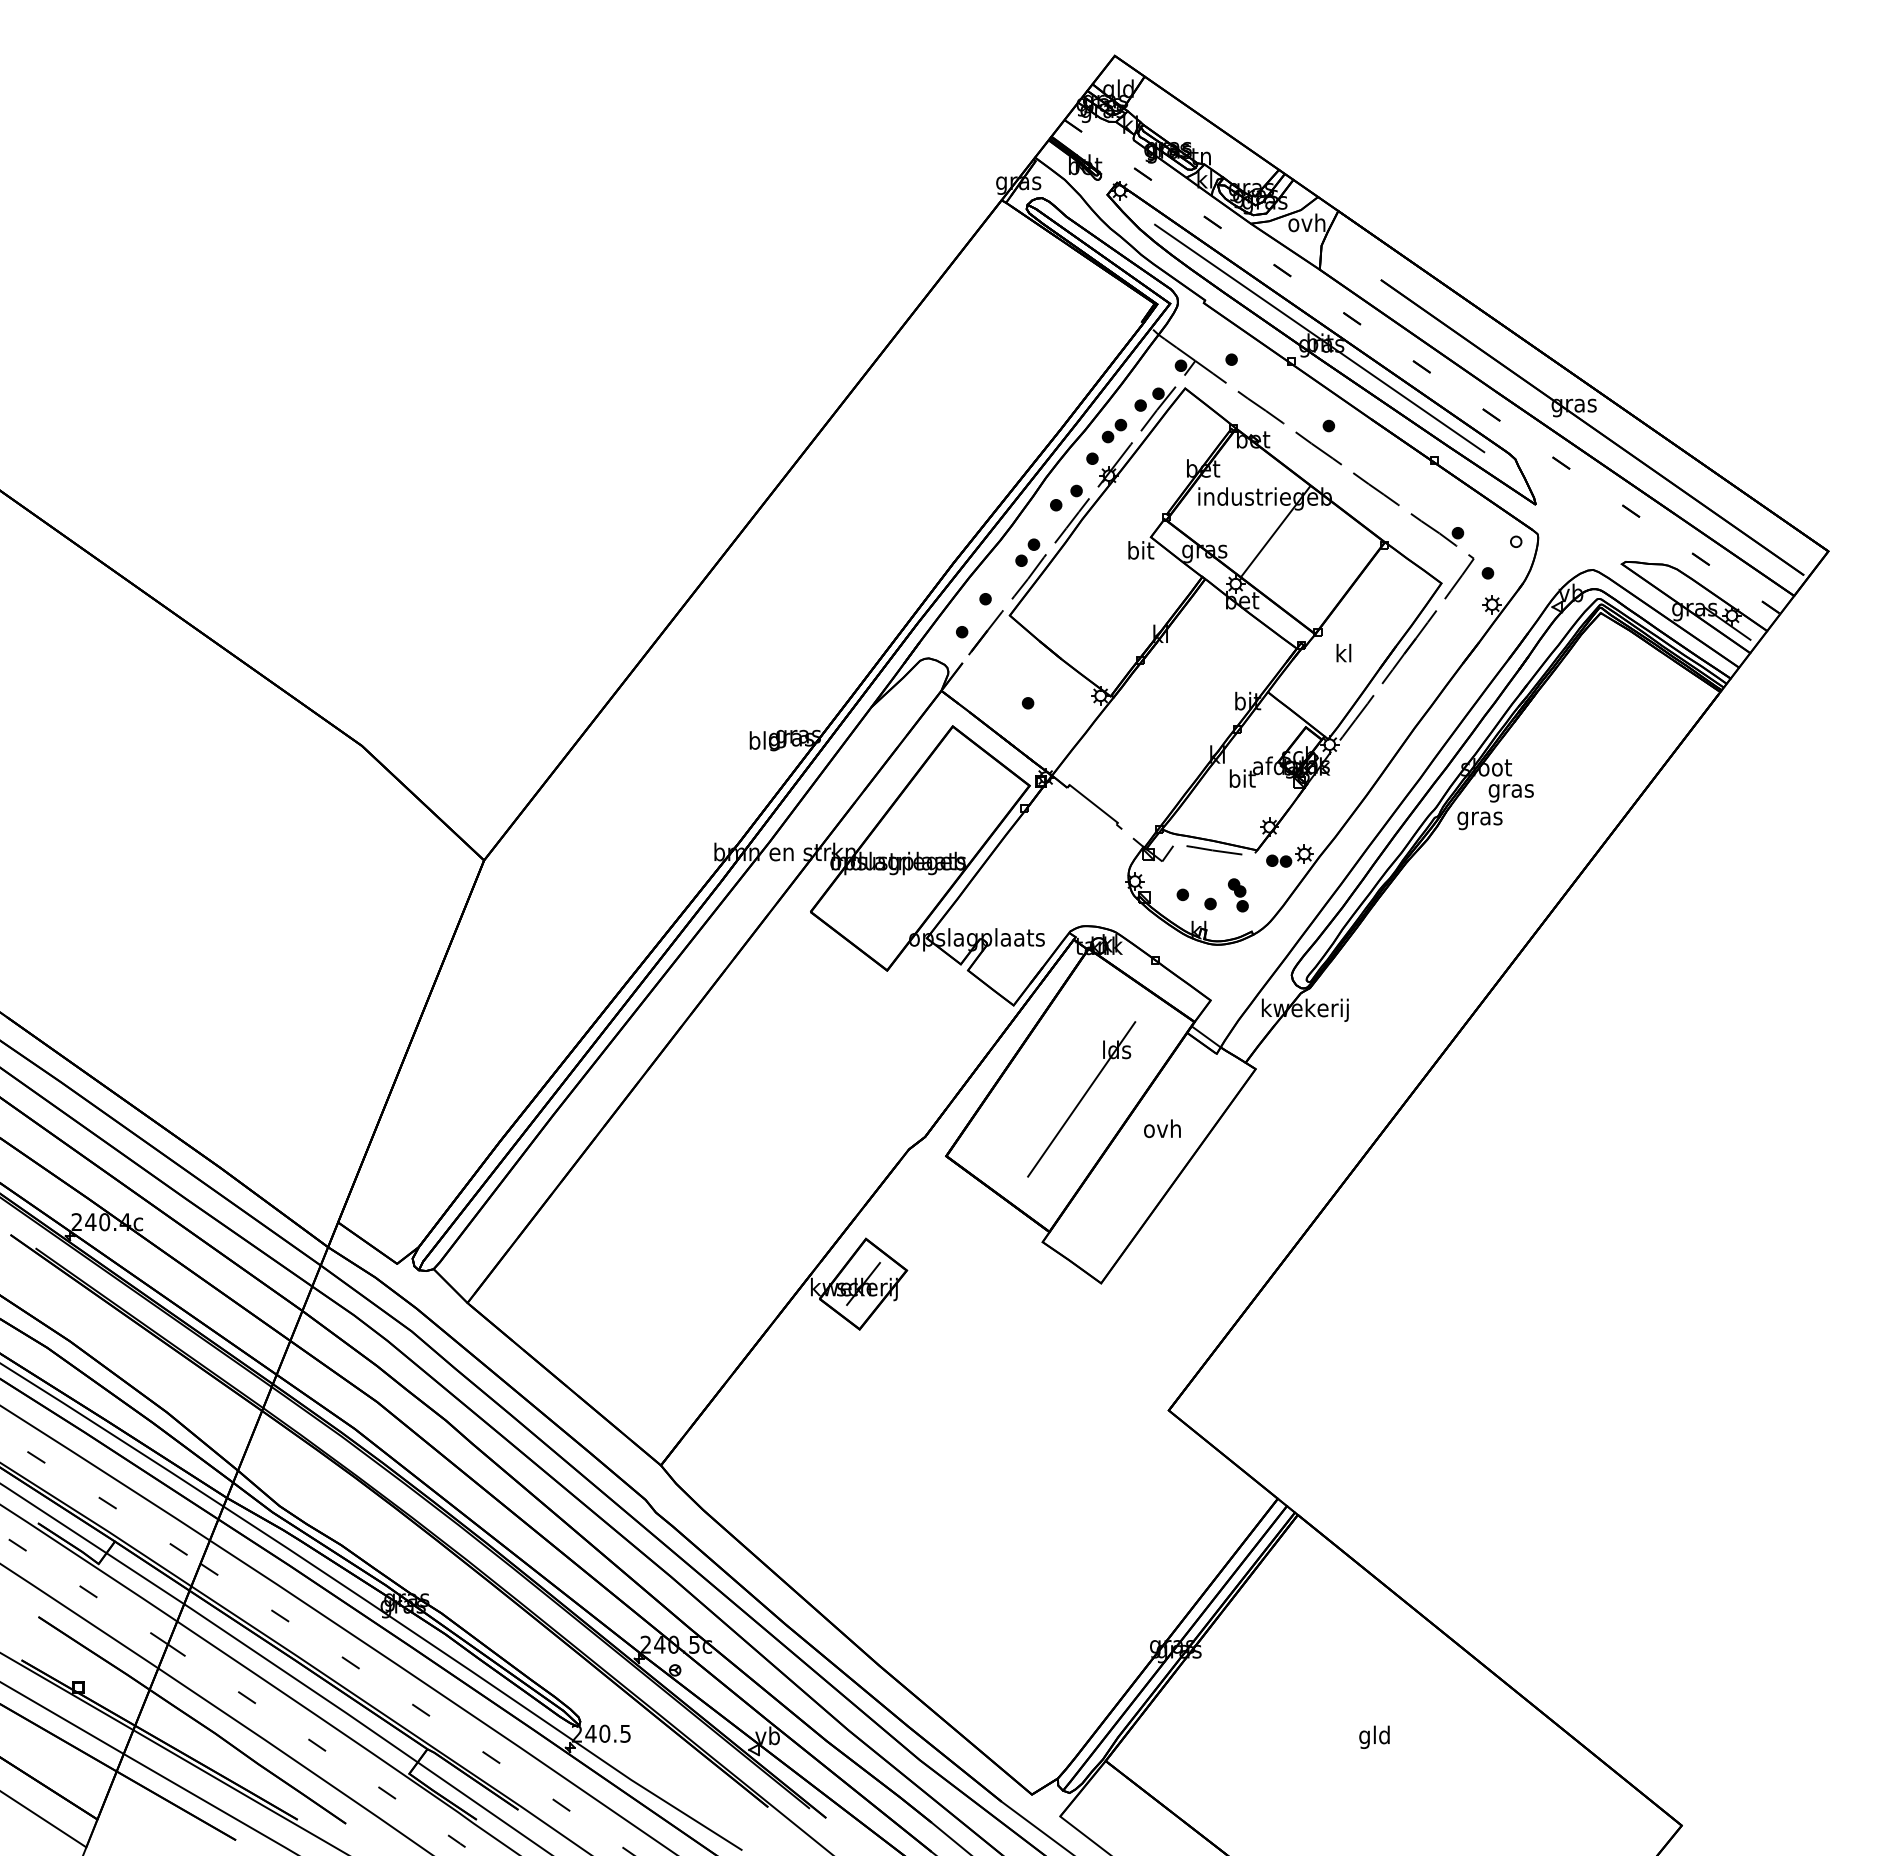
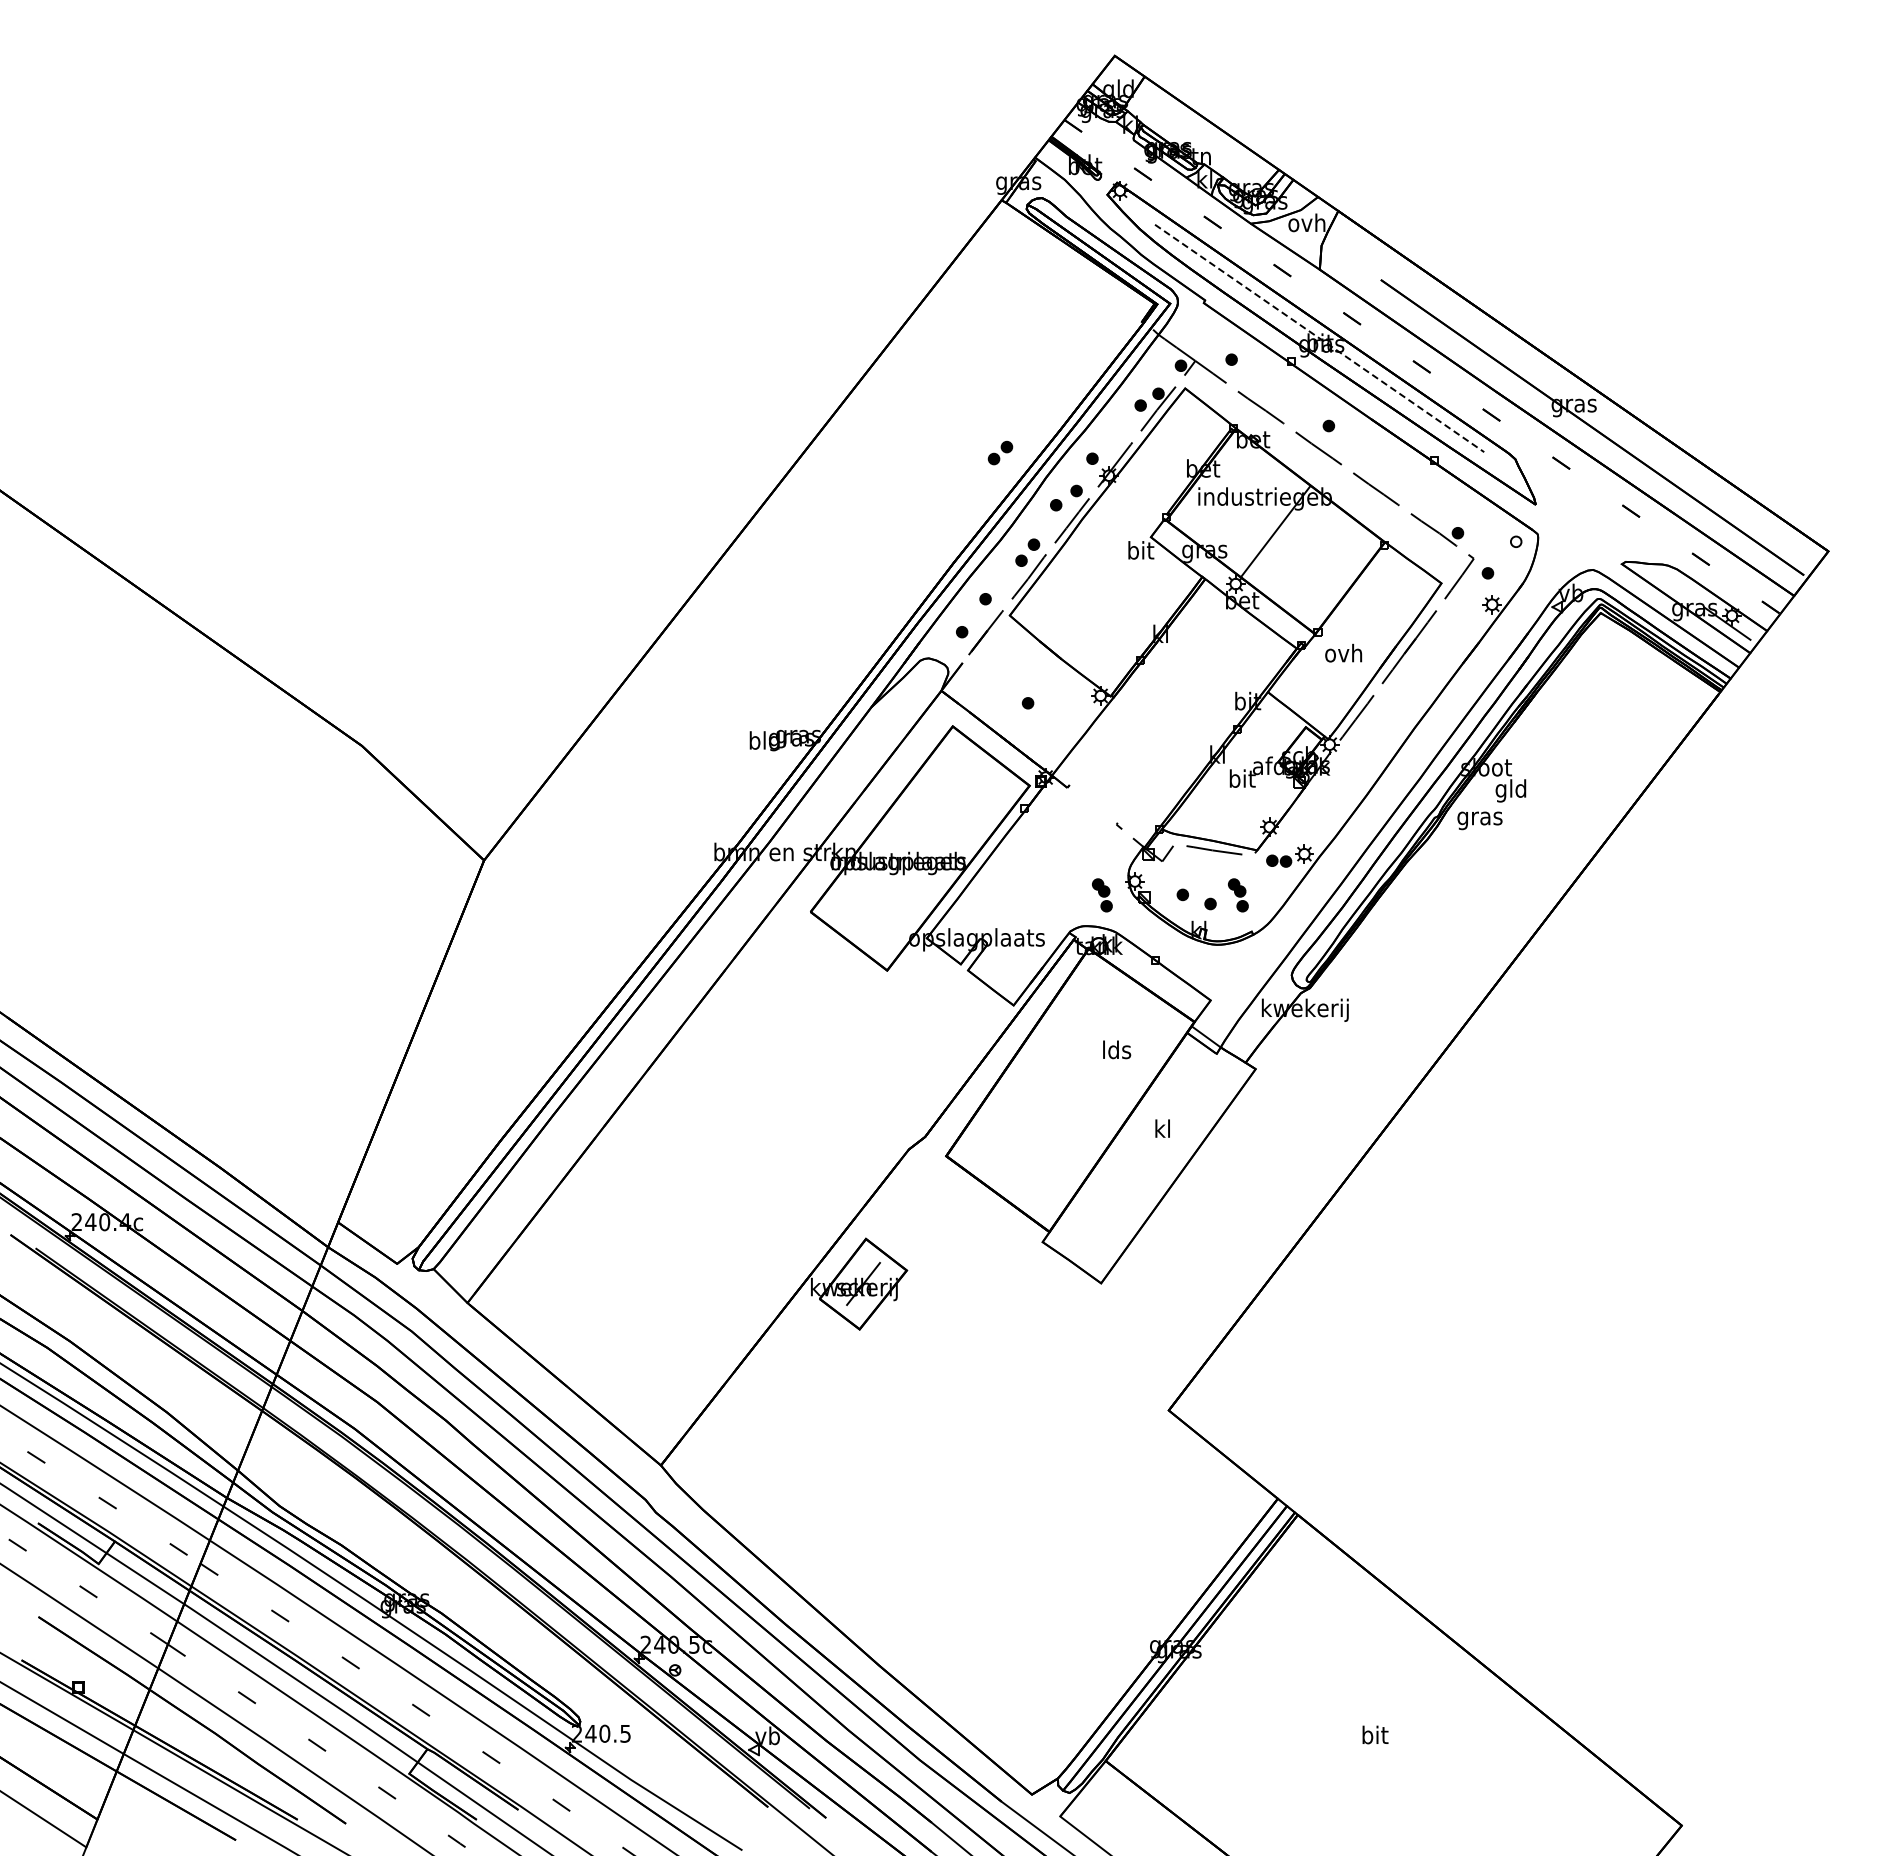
line at (1320, 338): solid -> dashed
part at (1114, 430) position: (1114, 430) -> (1000, 452)
text at (1343, 652): kl -> ovh
text at (1510, 790): gras -> gld
line at (1093, 803): present -> none
part at (1102, 895): none -> present
line at (1081, 1099): present -> none
text at (1162, 1128): ovh -> kl
text at (1374, 1736): gld -> bit
